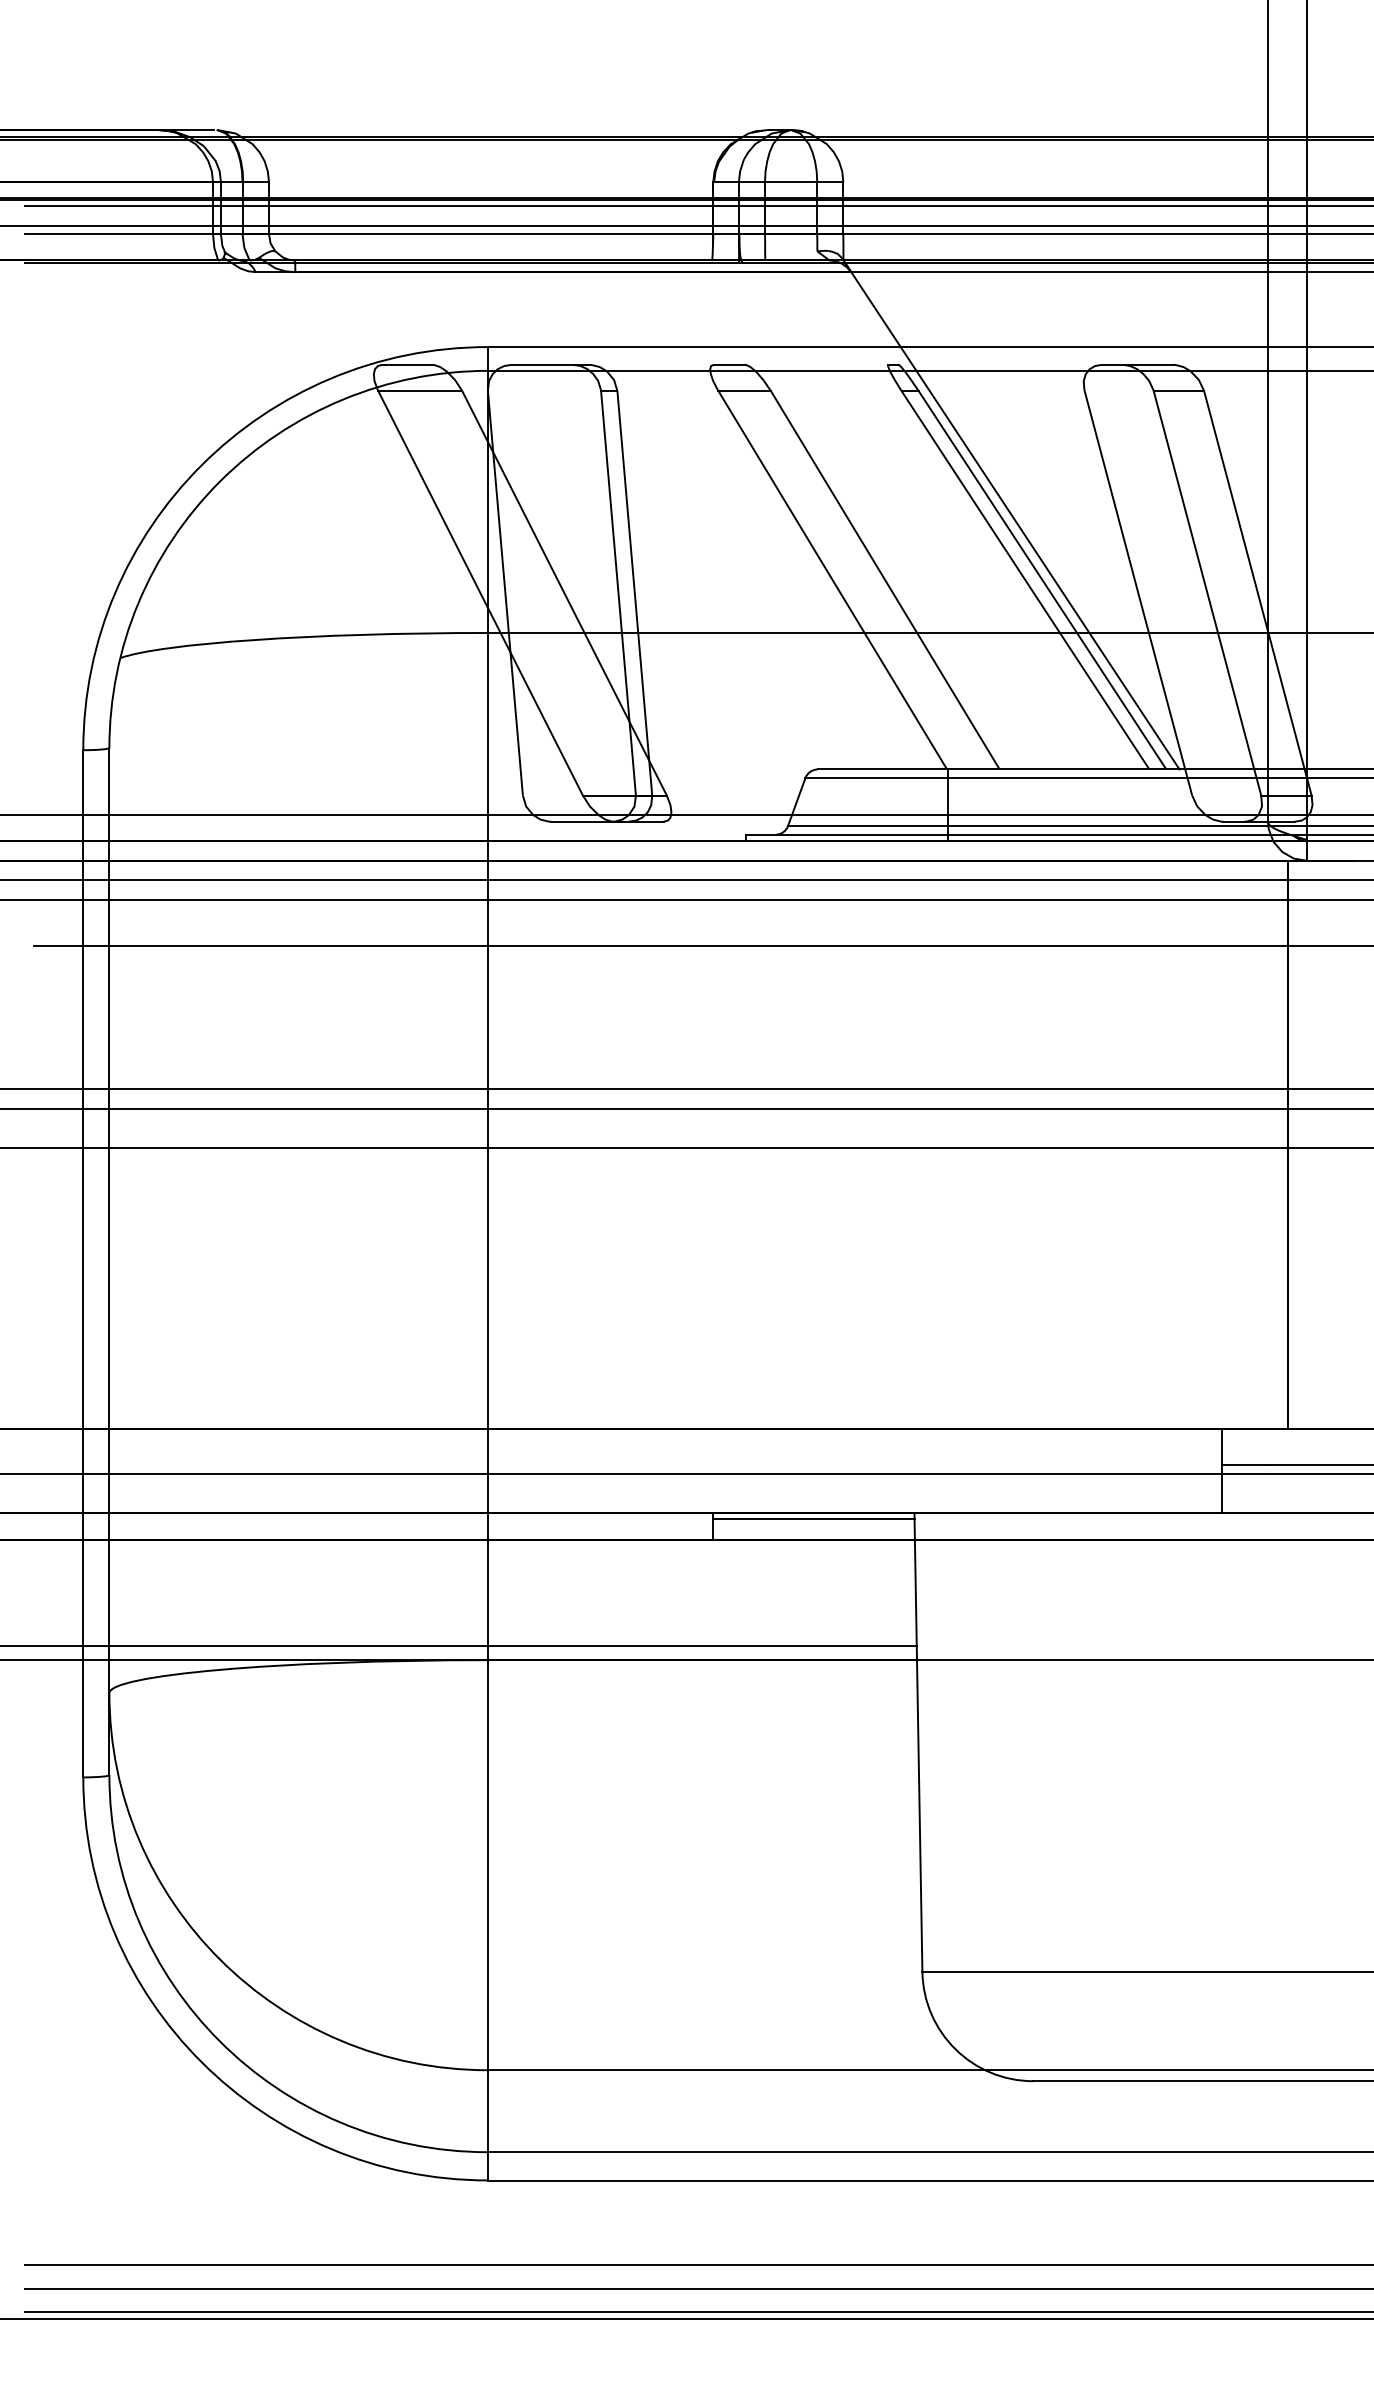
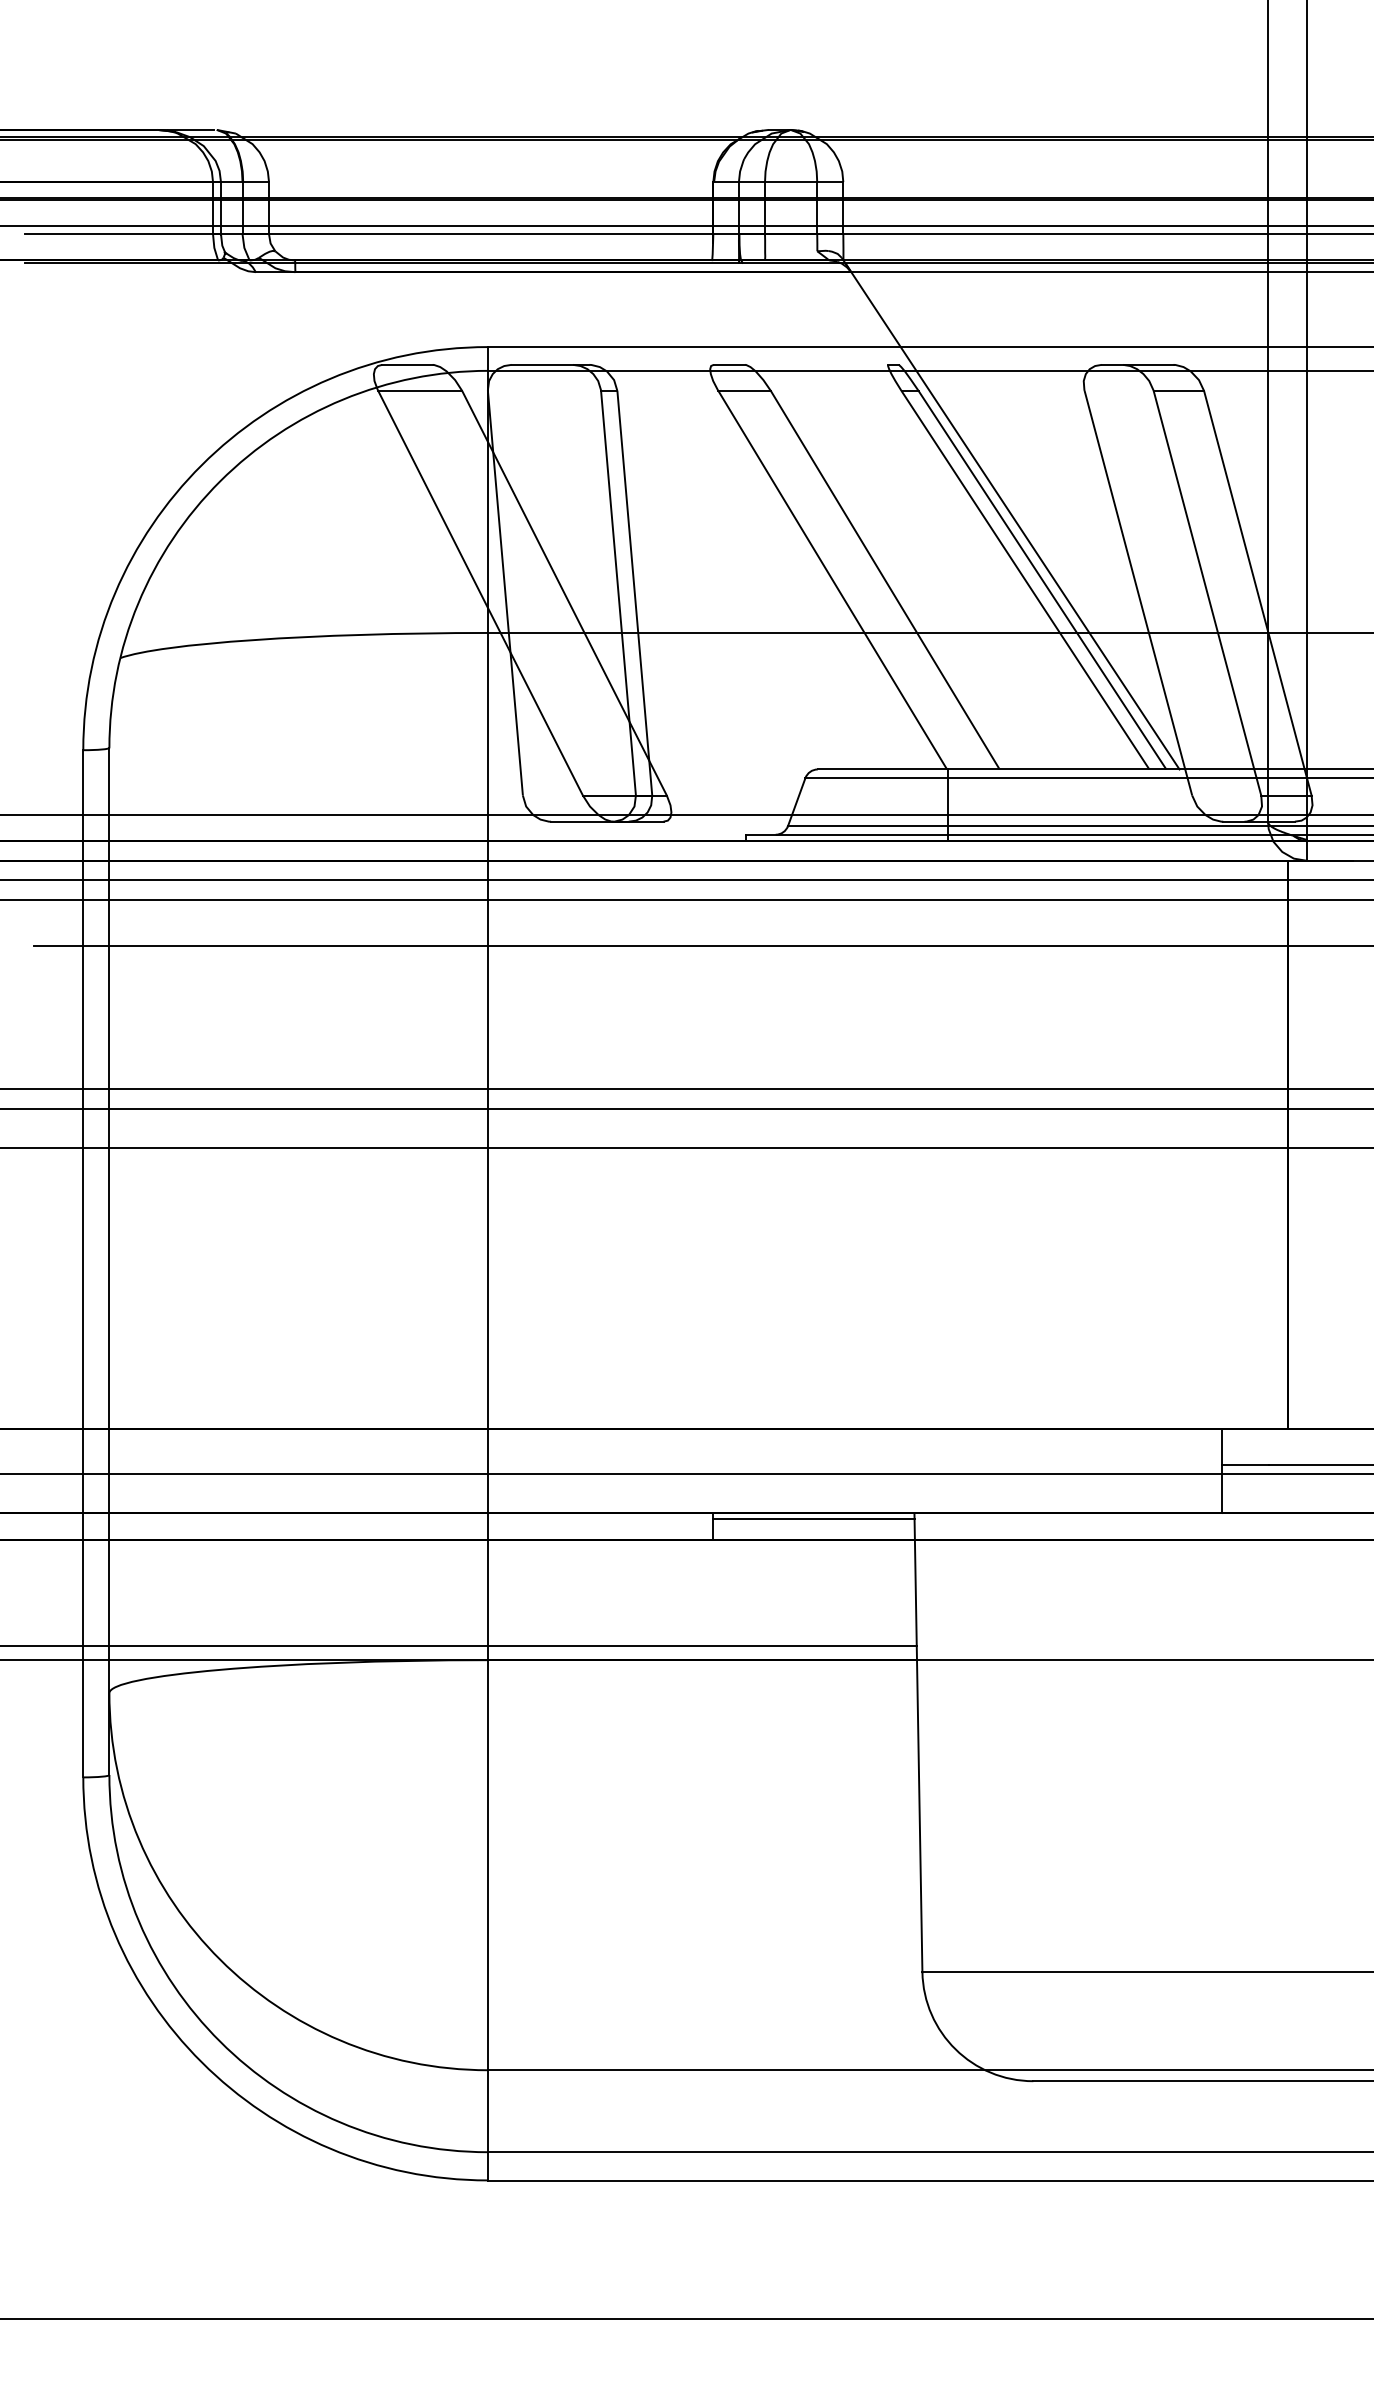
line at (697, 206): present -> none
line at (697, 2264): present -> none
line at (697, 2288): present -> none
line at (697, 2312): present -> none
